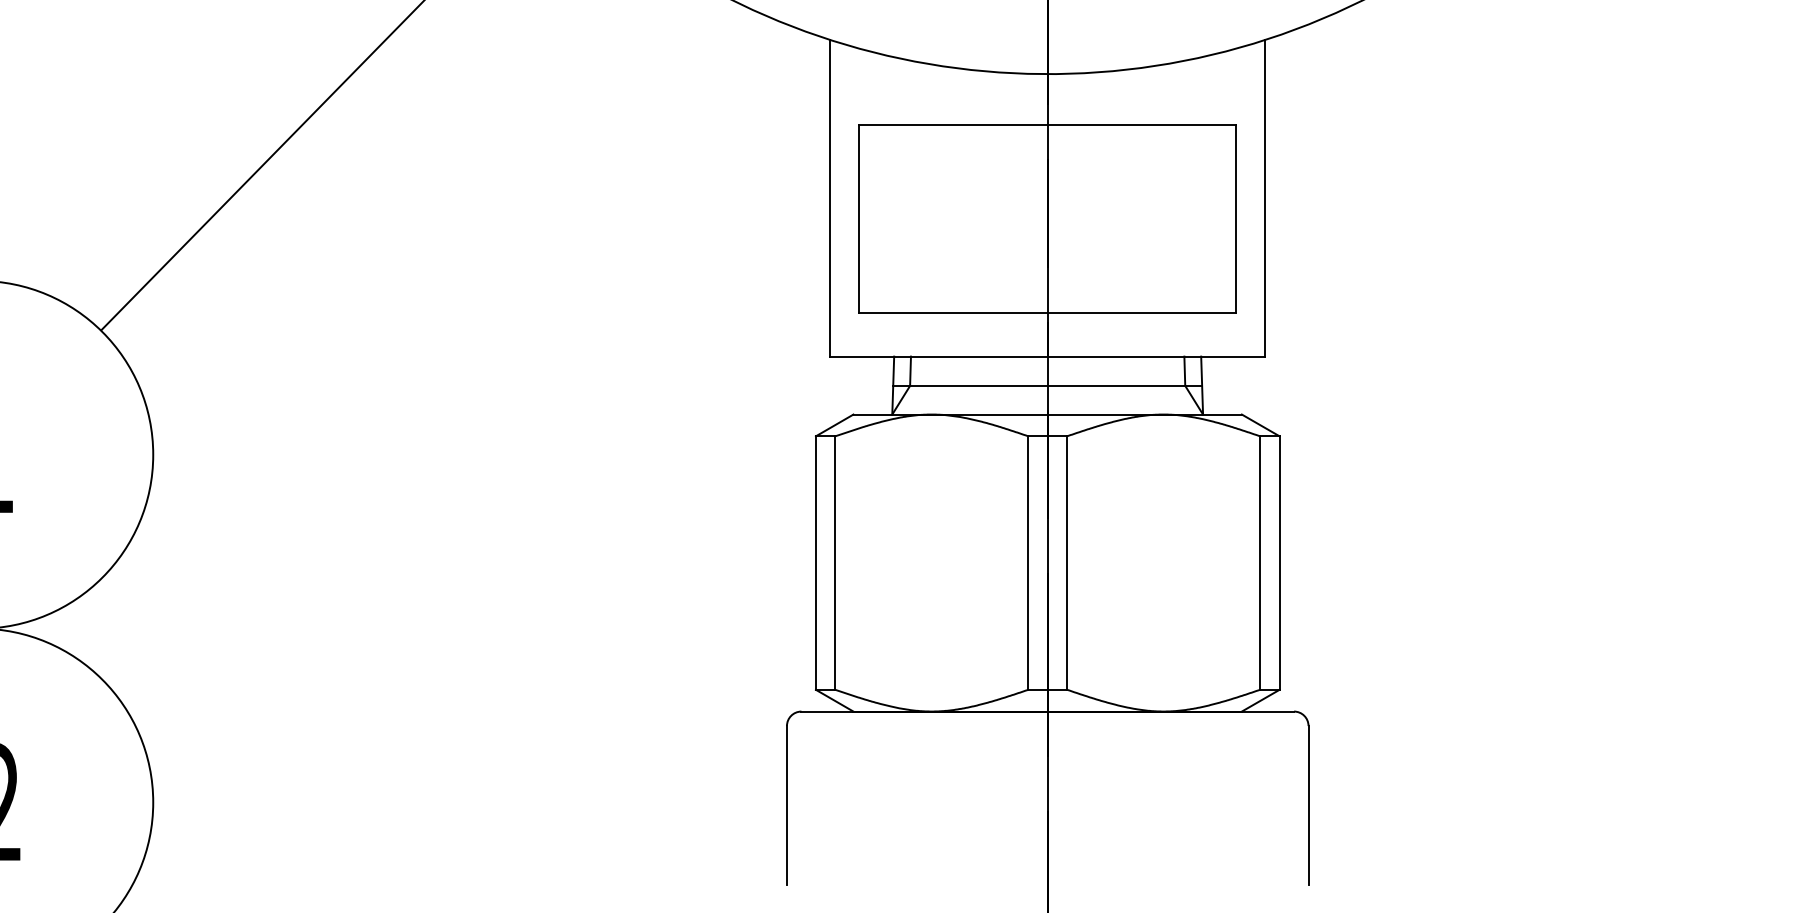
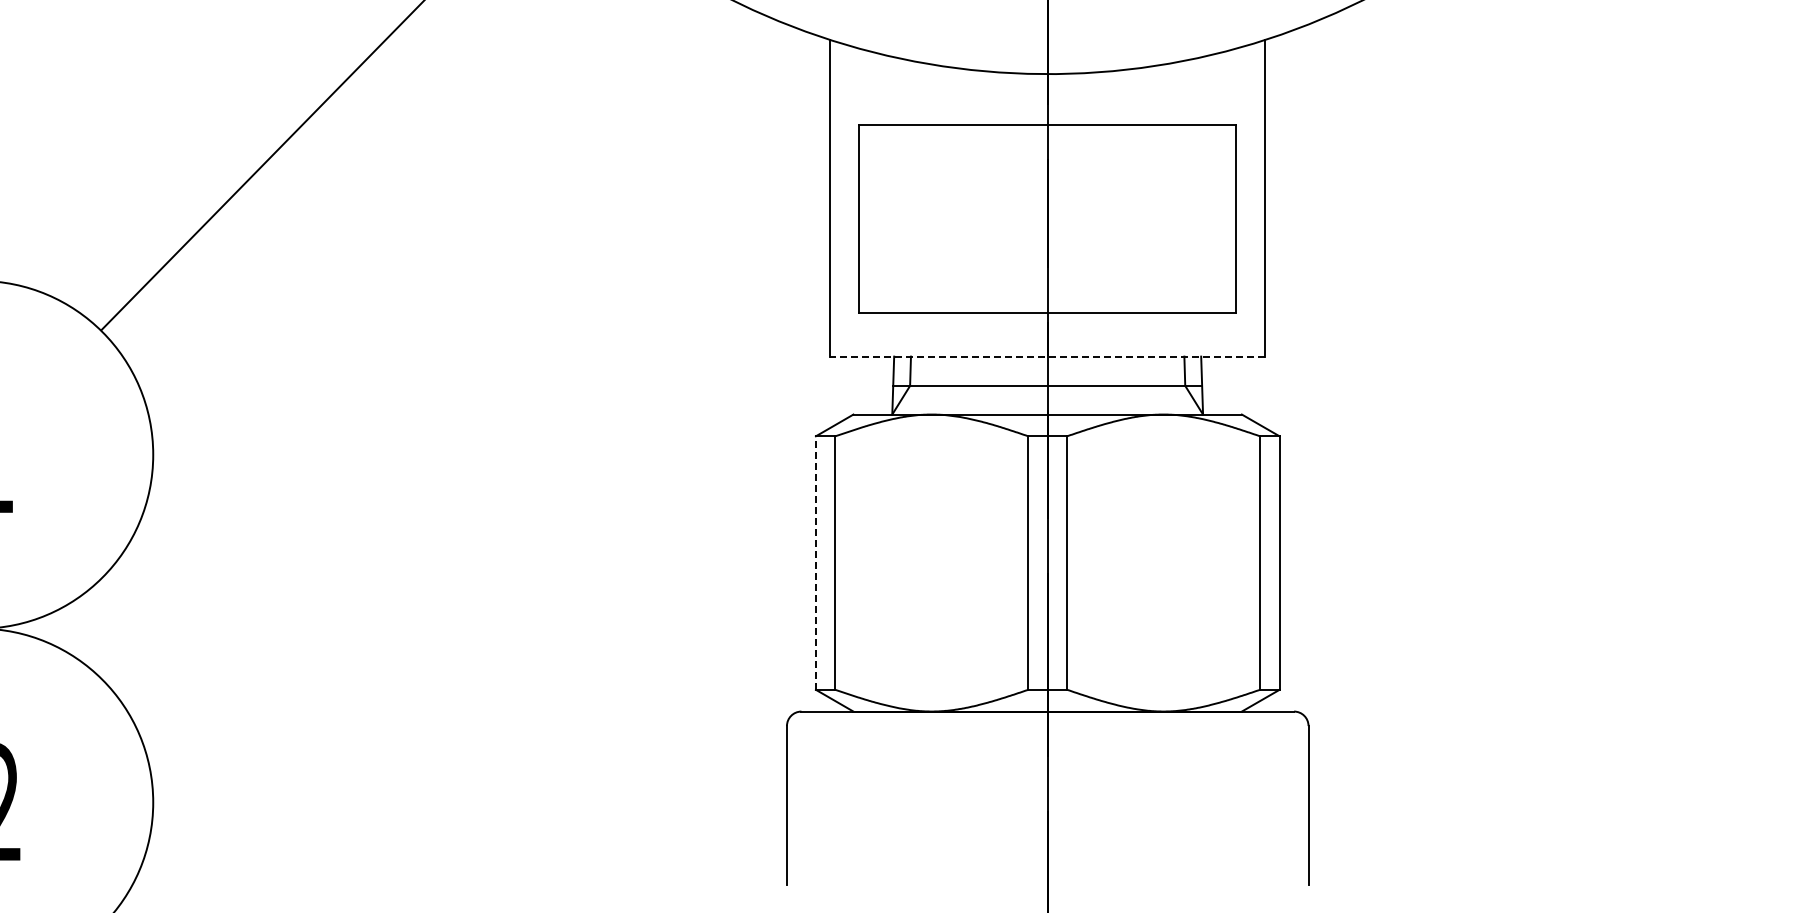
line at (1047, 356): solid -> dashed
line at (815, 563): solid -> dashed
